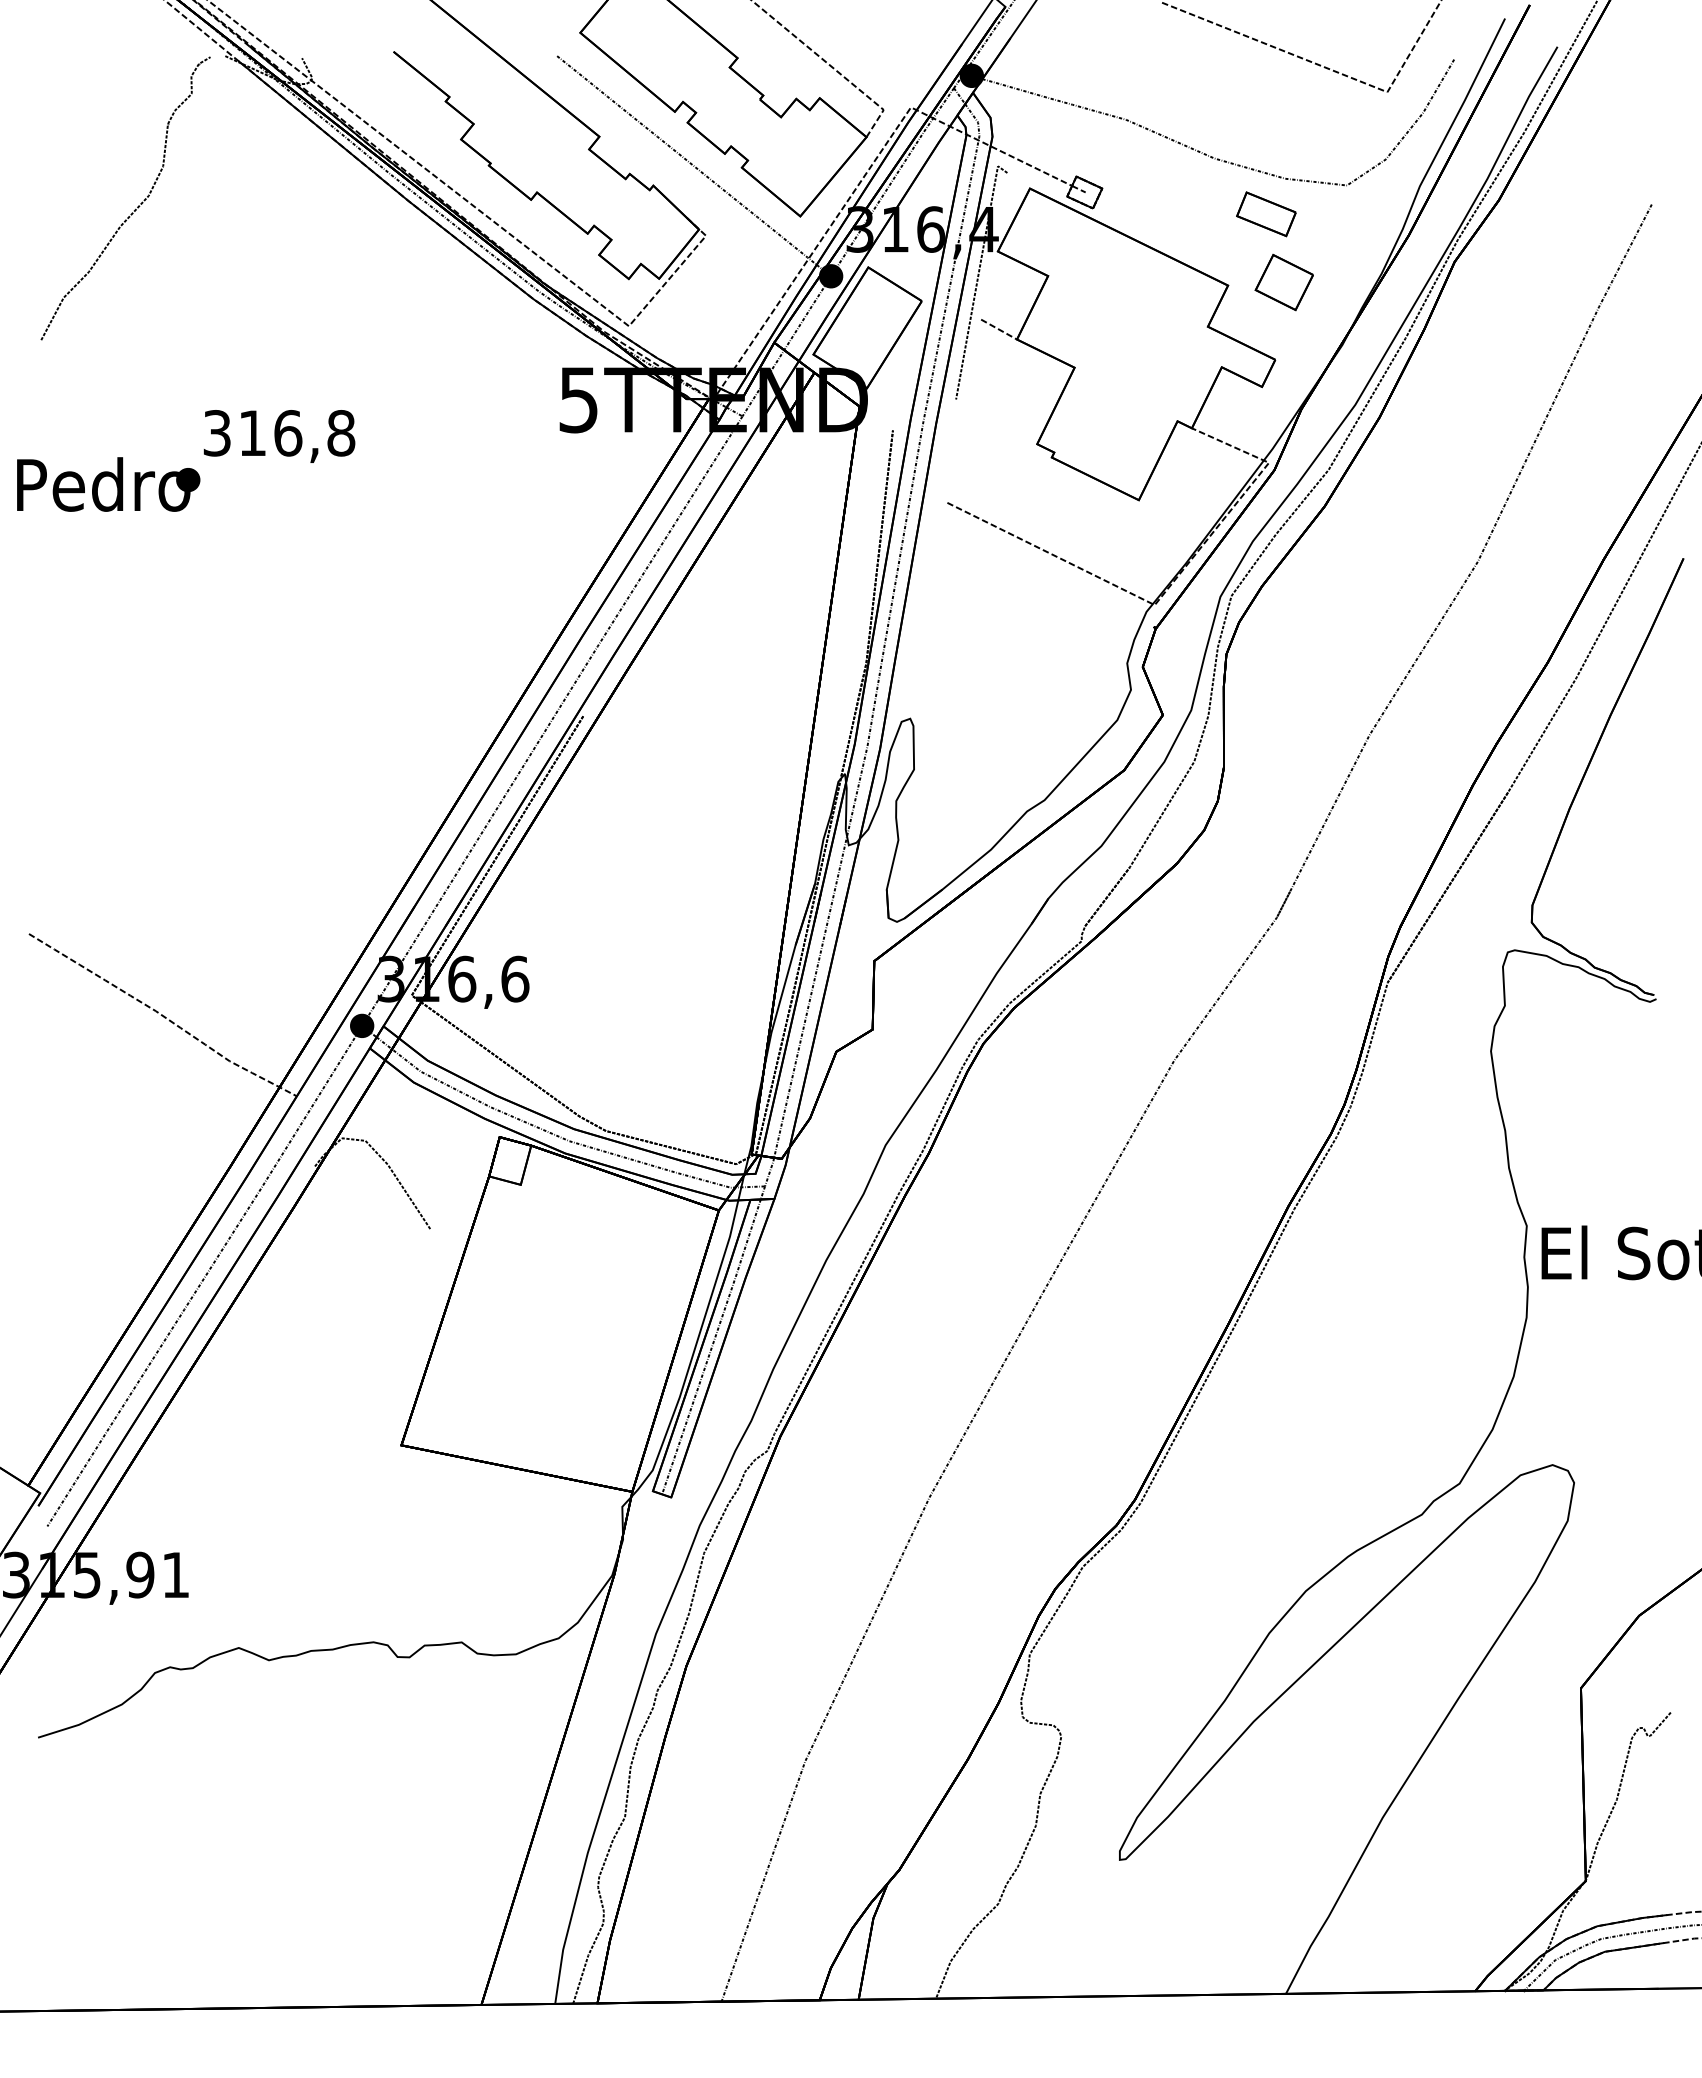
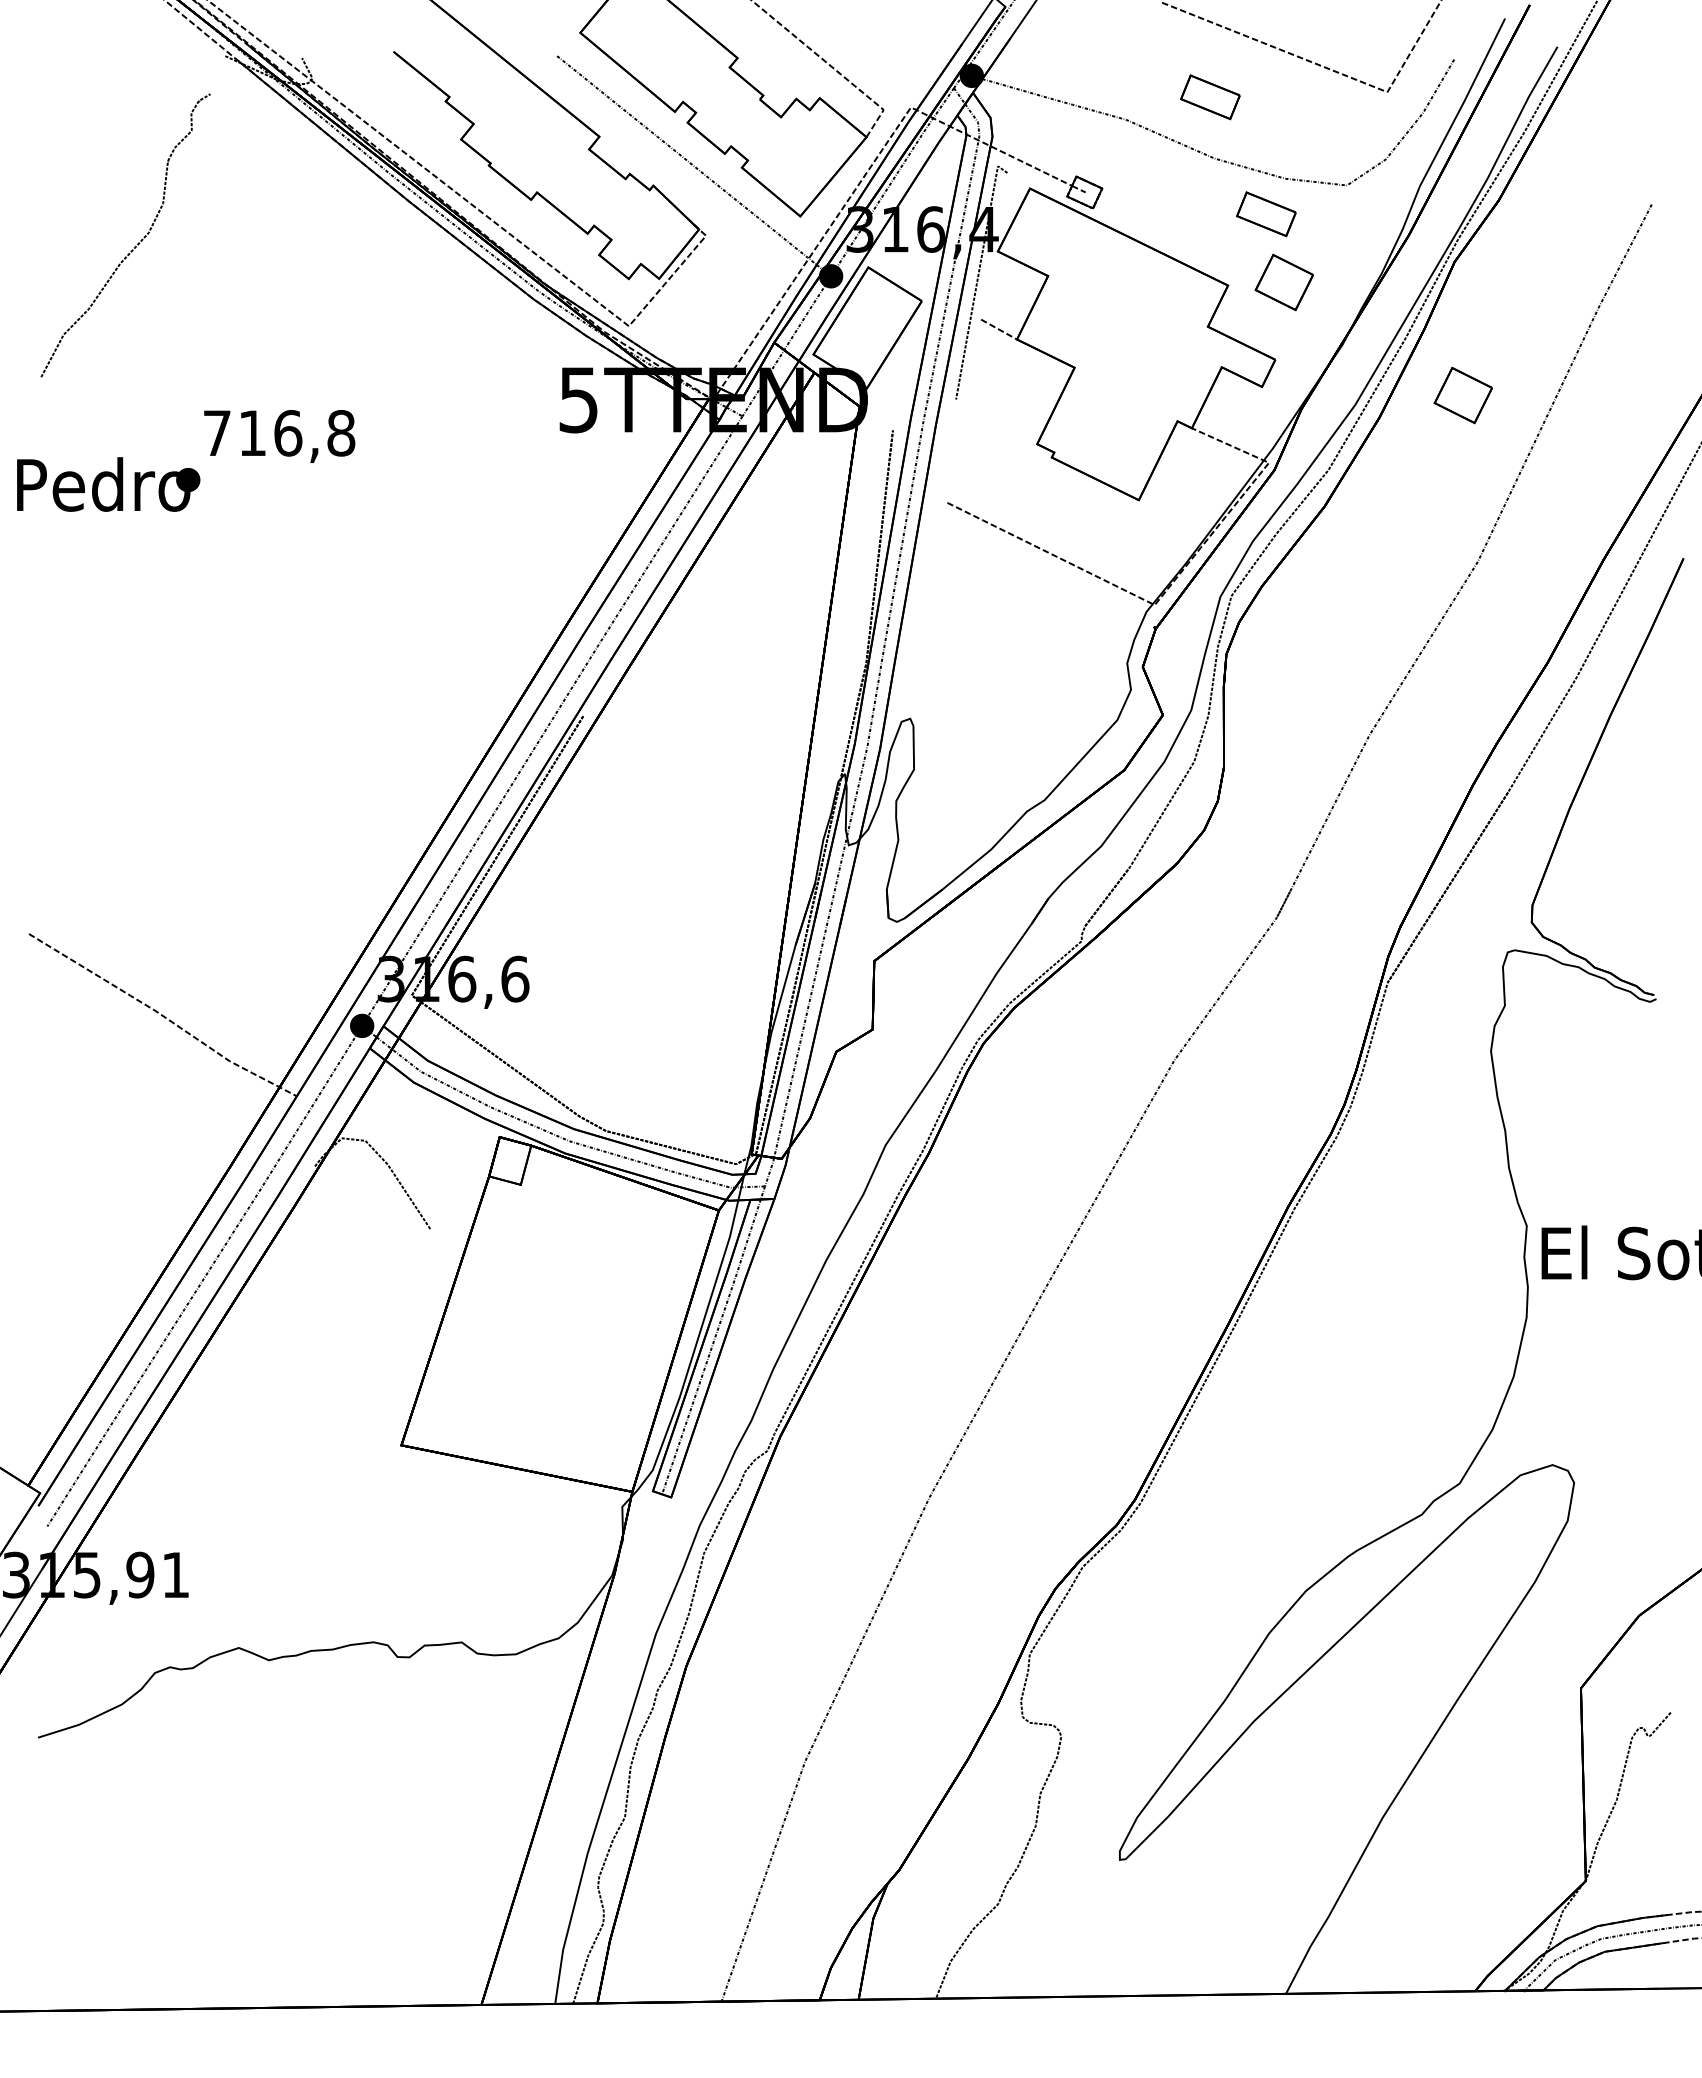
part at (1210, 97): none -> present
curve at (135, 208) position: (135, 208) -> (135, 245)
part at (1462, 395): none -> present
text at (216, 433): 316,8 -> 716,8
